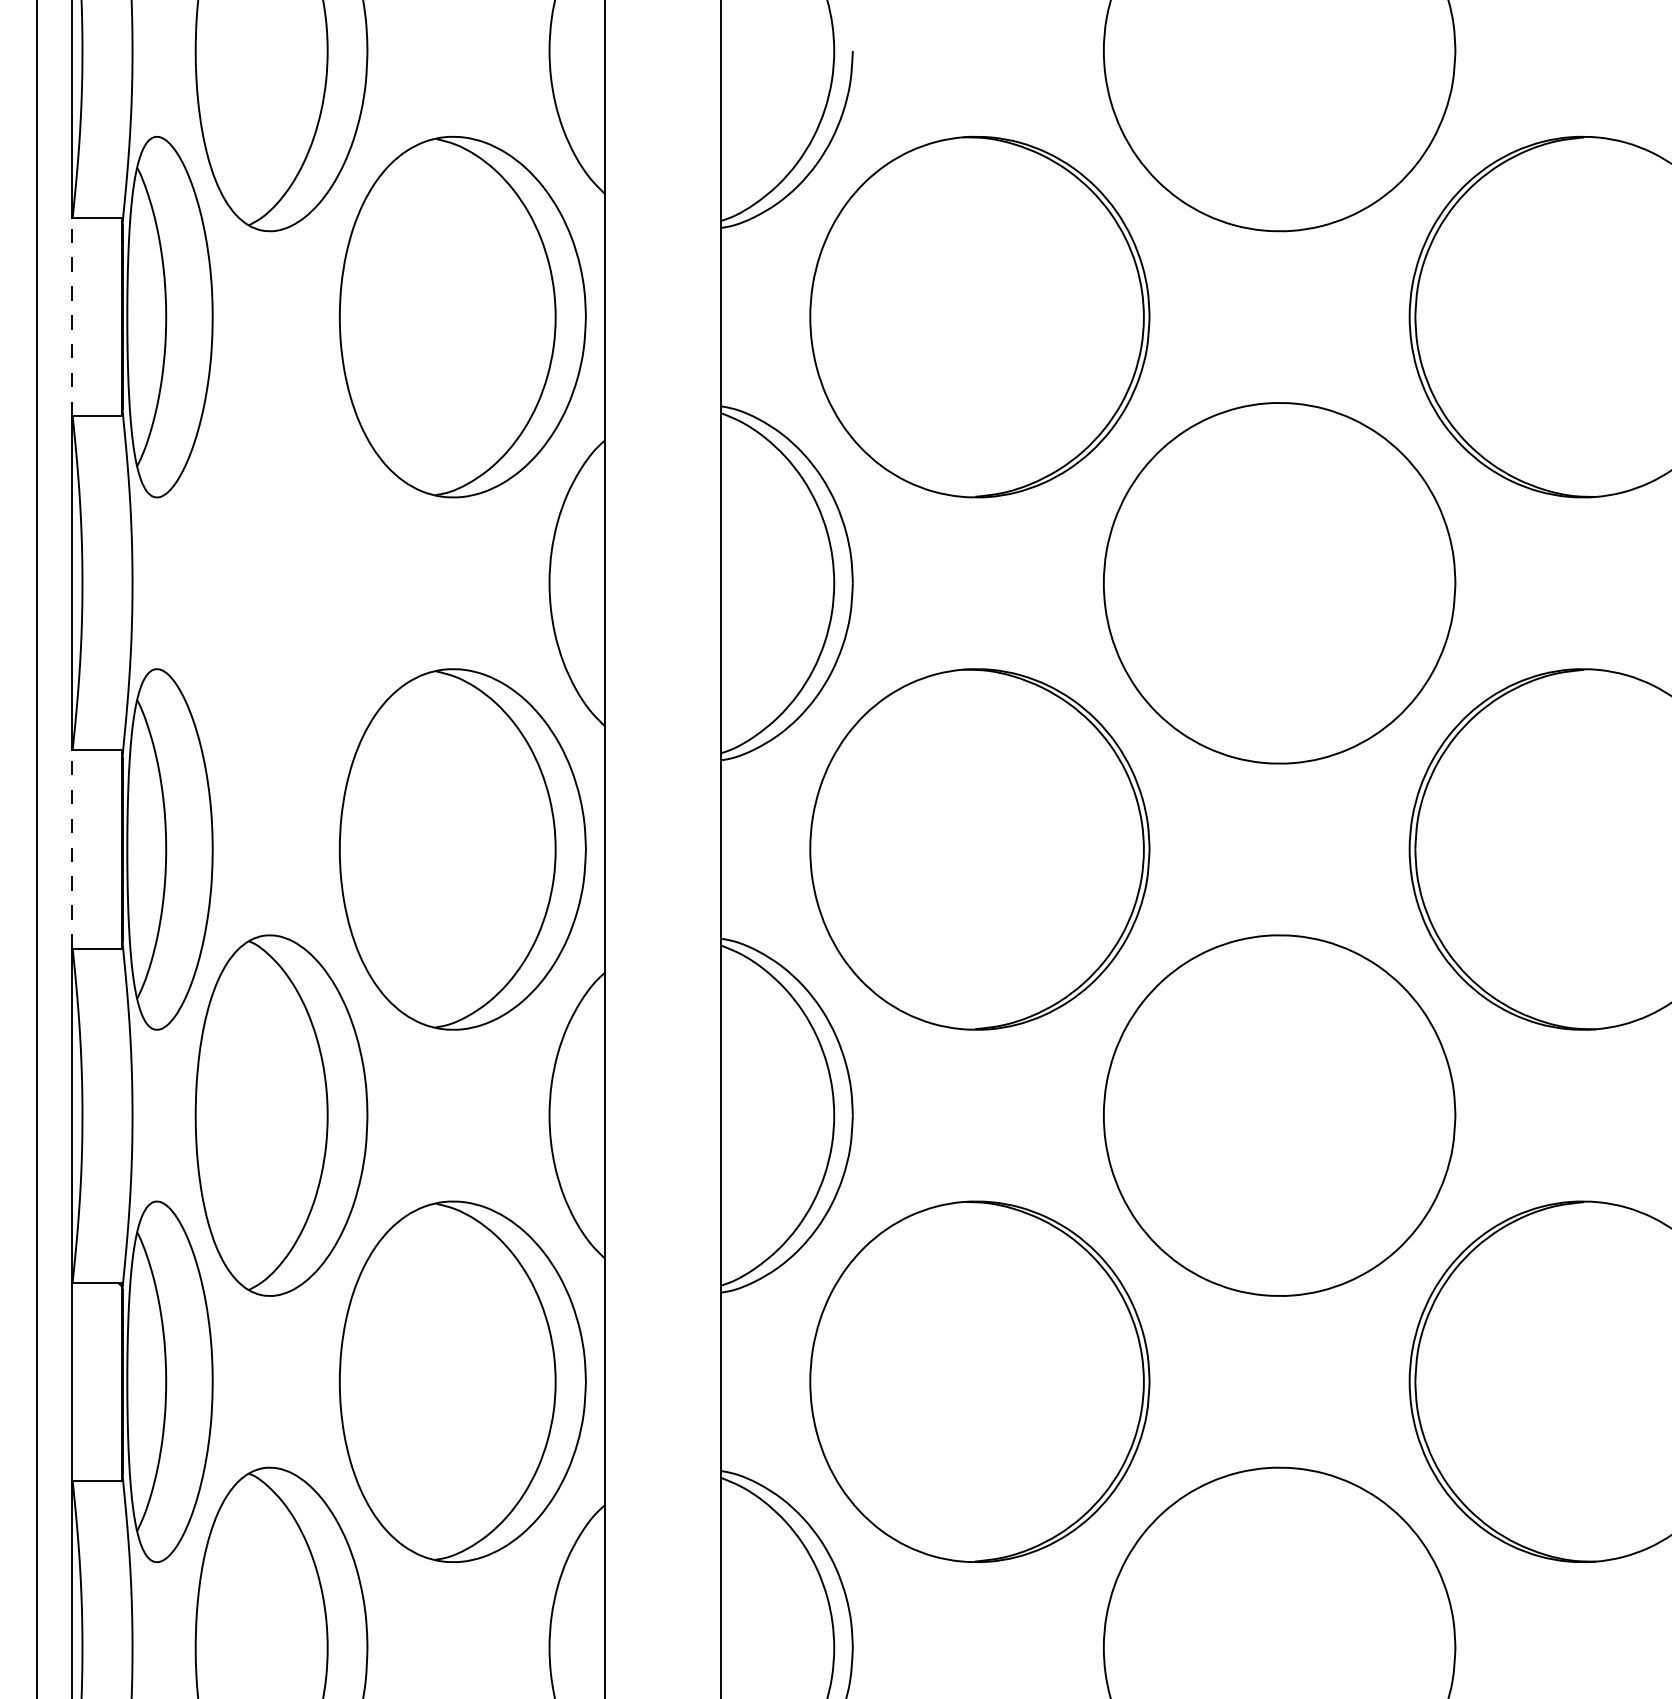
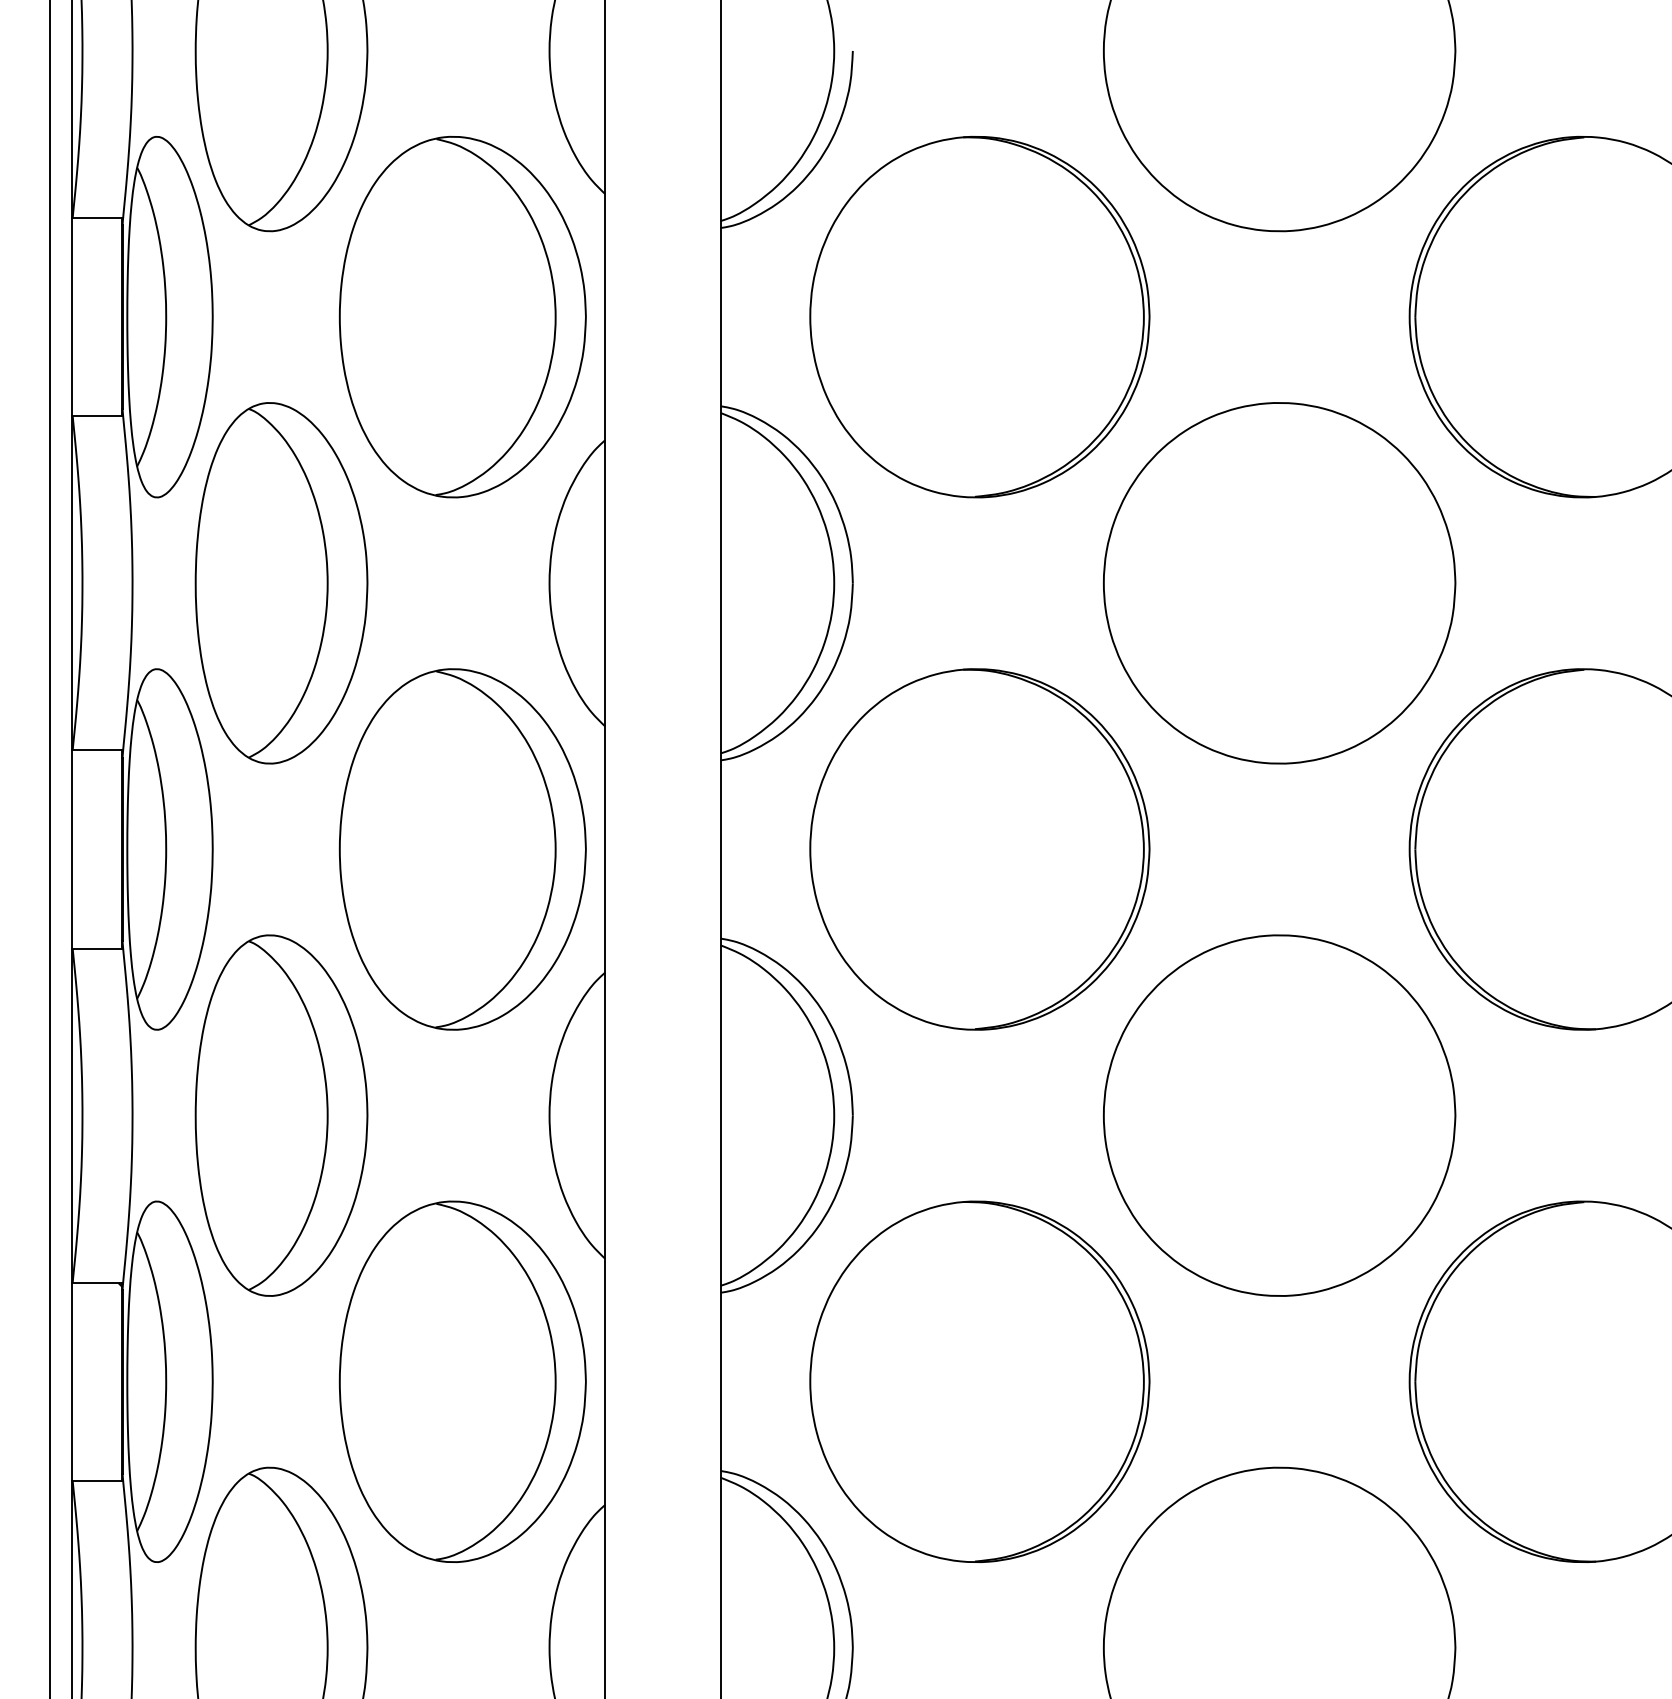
line at (71, 316): dashed -> solid
part at (281, 583): none -> present
line at (37, 848) position: (37, 848) -> (50, 848)
line at (71, 849): dashed -> solid
